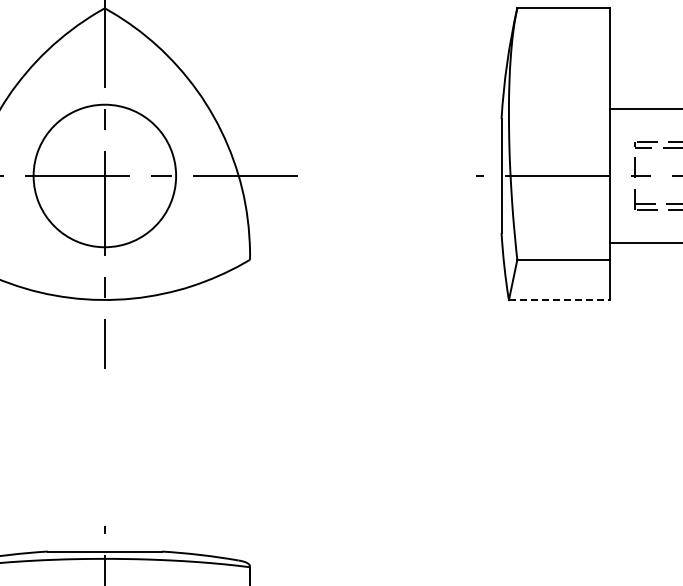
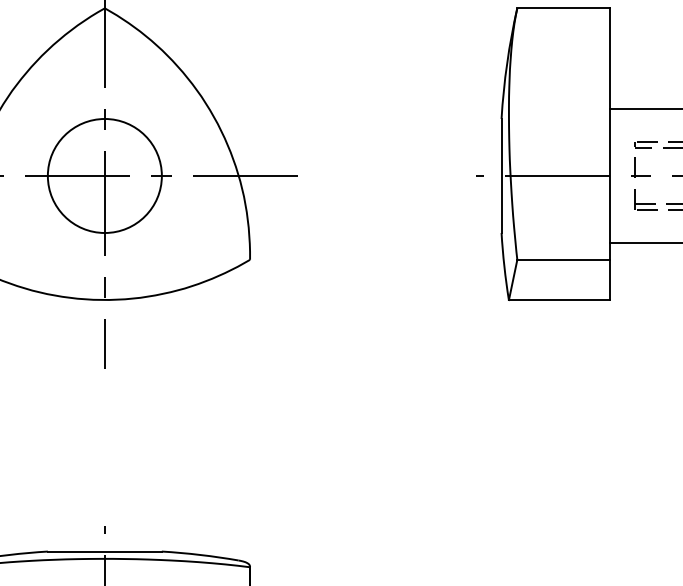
circle at (104, 175) diameter: 143 px -> 114 px
line at (559, 300): dashed -> solid
